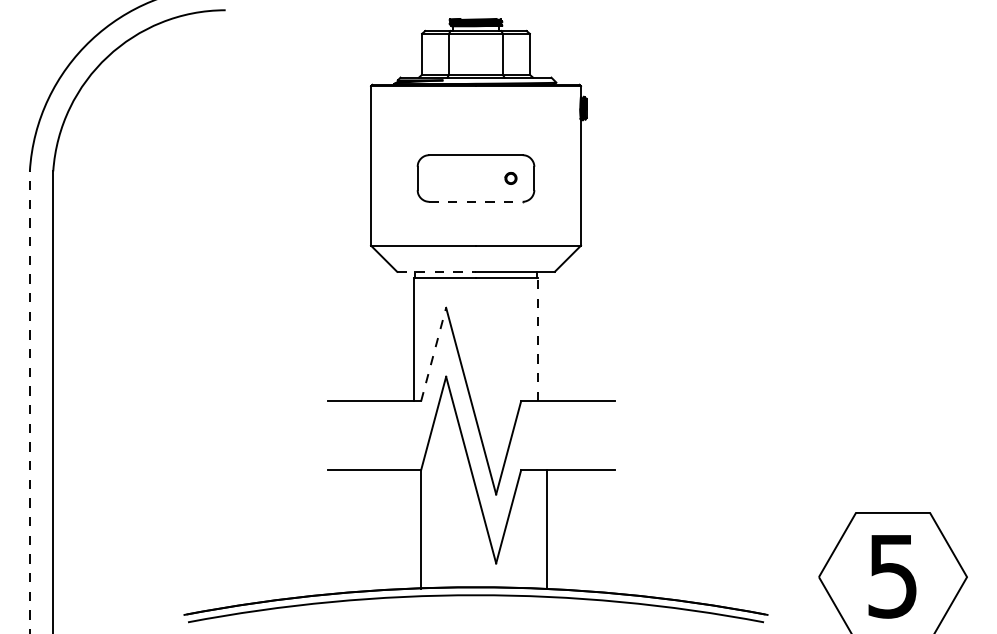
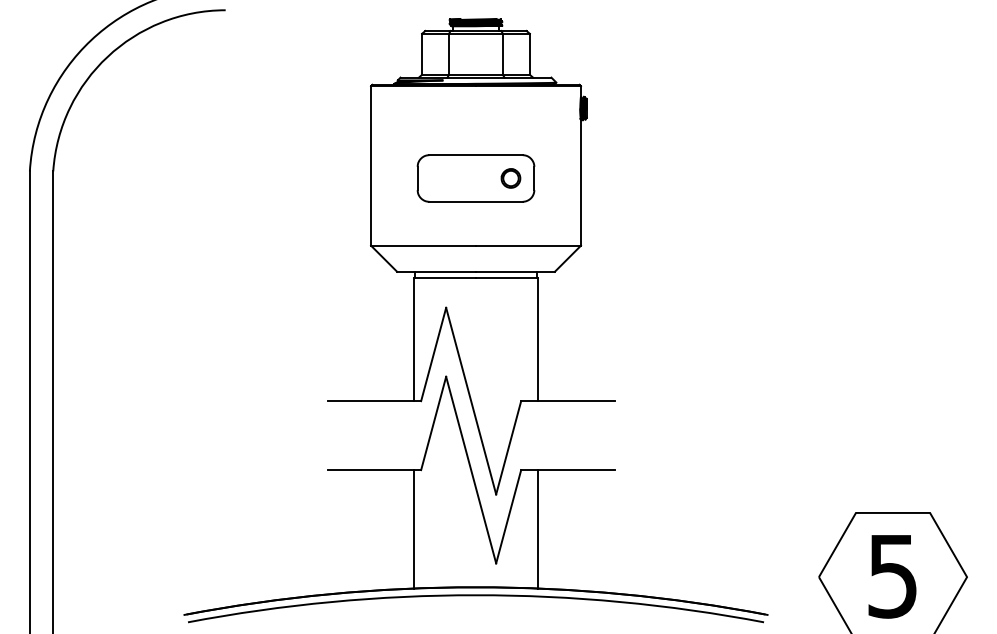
part at (510, 178) size: 14x13 px -> 22x21 px
line at (476, 201): dashed -> solid
line at (437, 271): dashed -> solid
line at (537, 339): dashed -> solid
line at (433, 354): dashed -> solid
line at (29, 402): dashed -> solid
line at (421, 529) position: (421, 529) -> (414, 529)
line at (546, 529) position: (546, 529) -> (537, 529)
